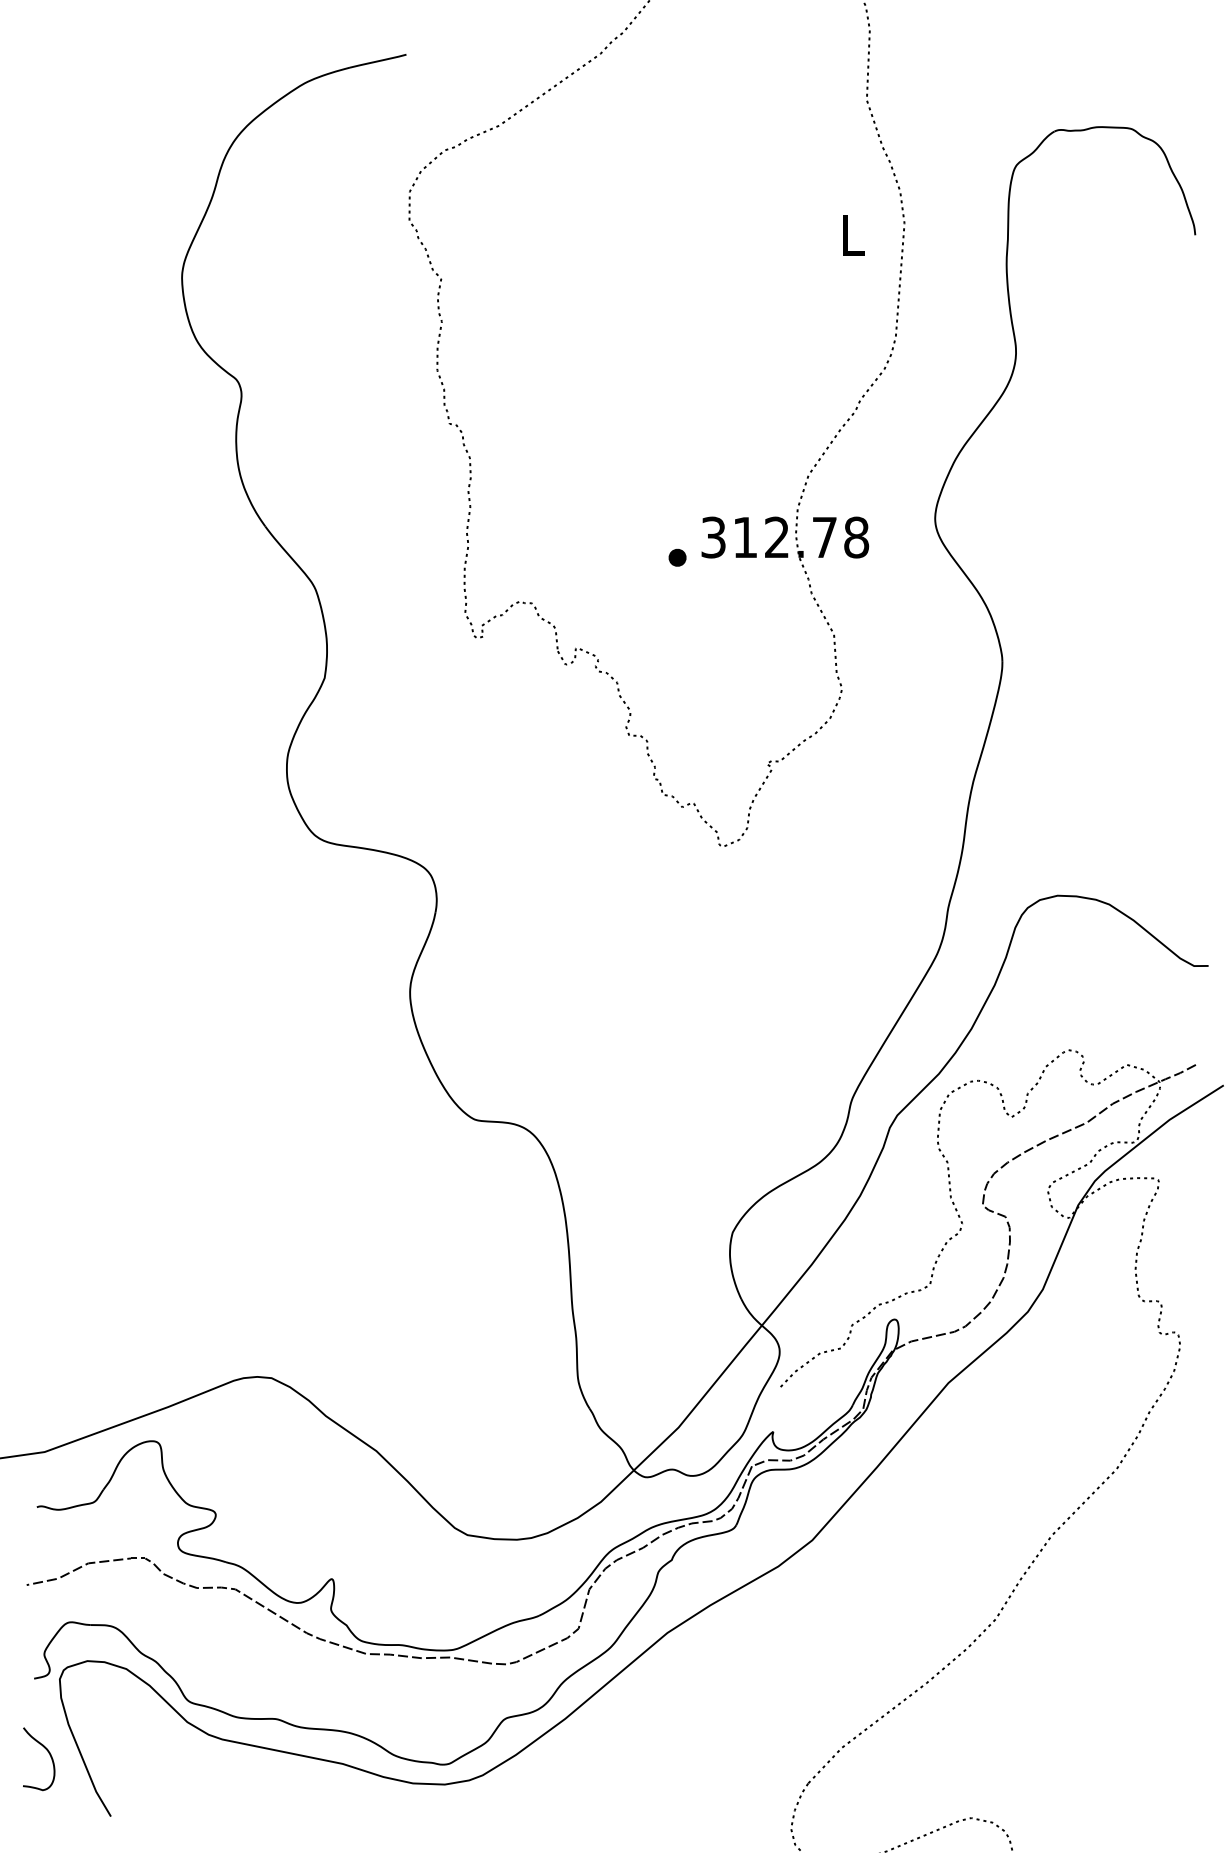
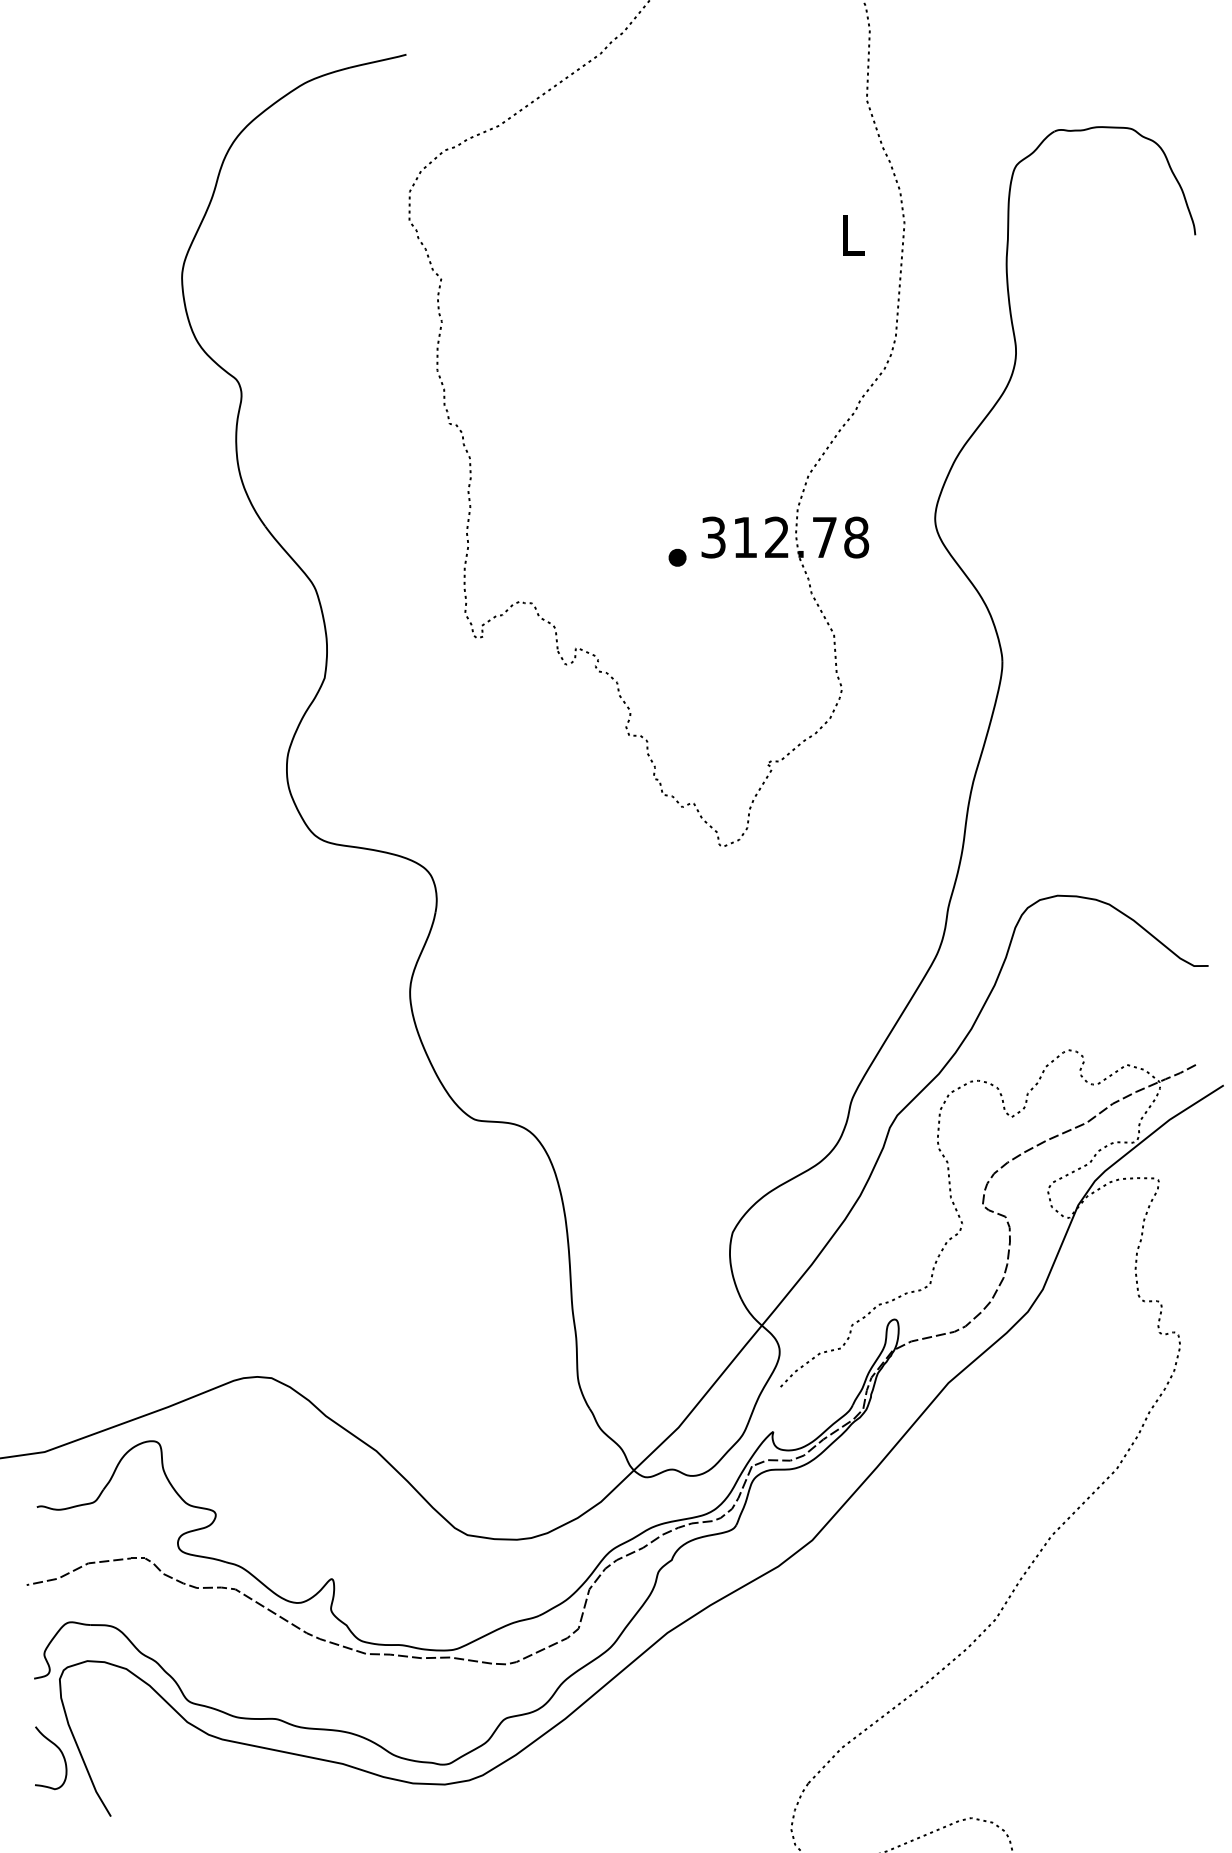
curve at (49, 1755) position: (49, 1755) -> (61, 1754)
